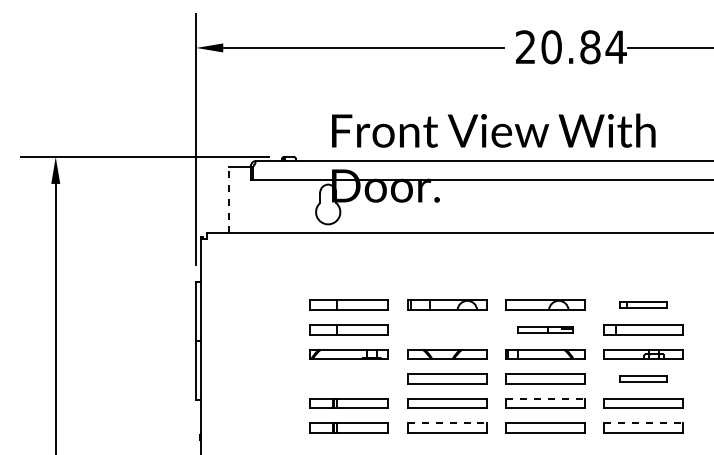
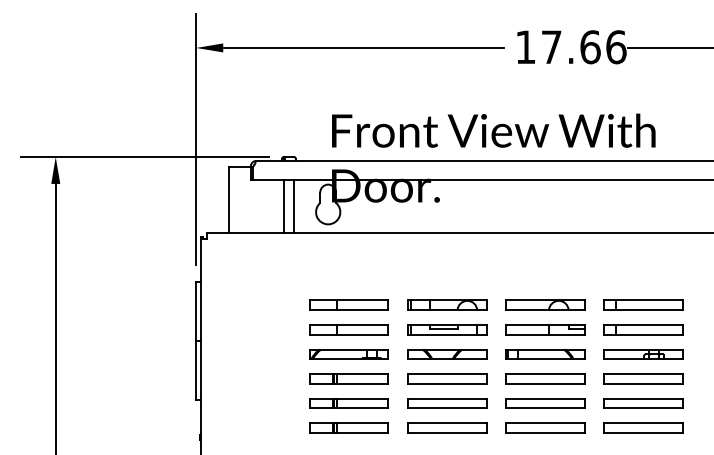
text at (571, 47): 20.84 -> 17.66
line at (228, 199): dashed -> solid
line at (284, 206): none -> present
line at (293, 206): none -> present
part at (643, 304) size: 49x8 px -> 81x12 px
part at (447, 329): none -> present
part at (545, 329) size: 57x8 px -> 81x12 px
part at (348, 378): none -> present
part at (643, 378) size: 49x8 px -> 81x12 px
line at (545, 398): dashed -> solid
line at (447, 423): dashed -> solid
line at (644, 423): dashed -> solid
